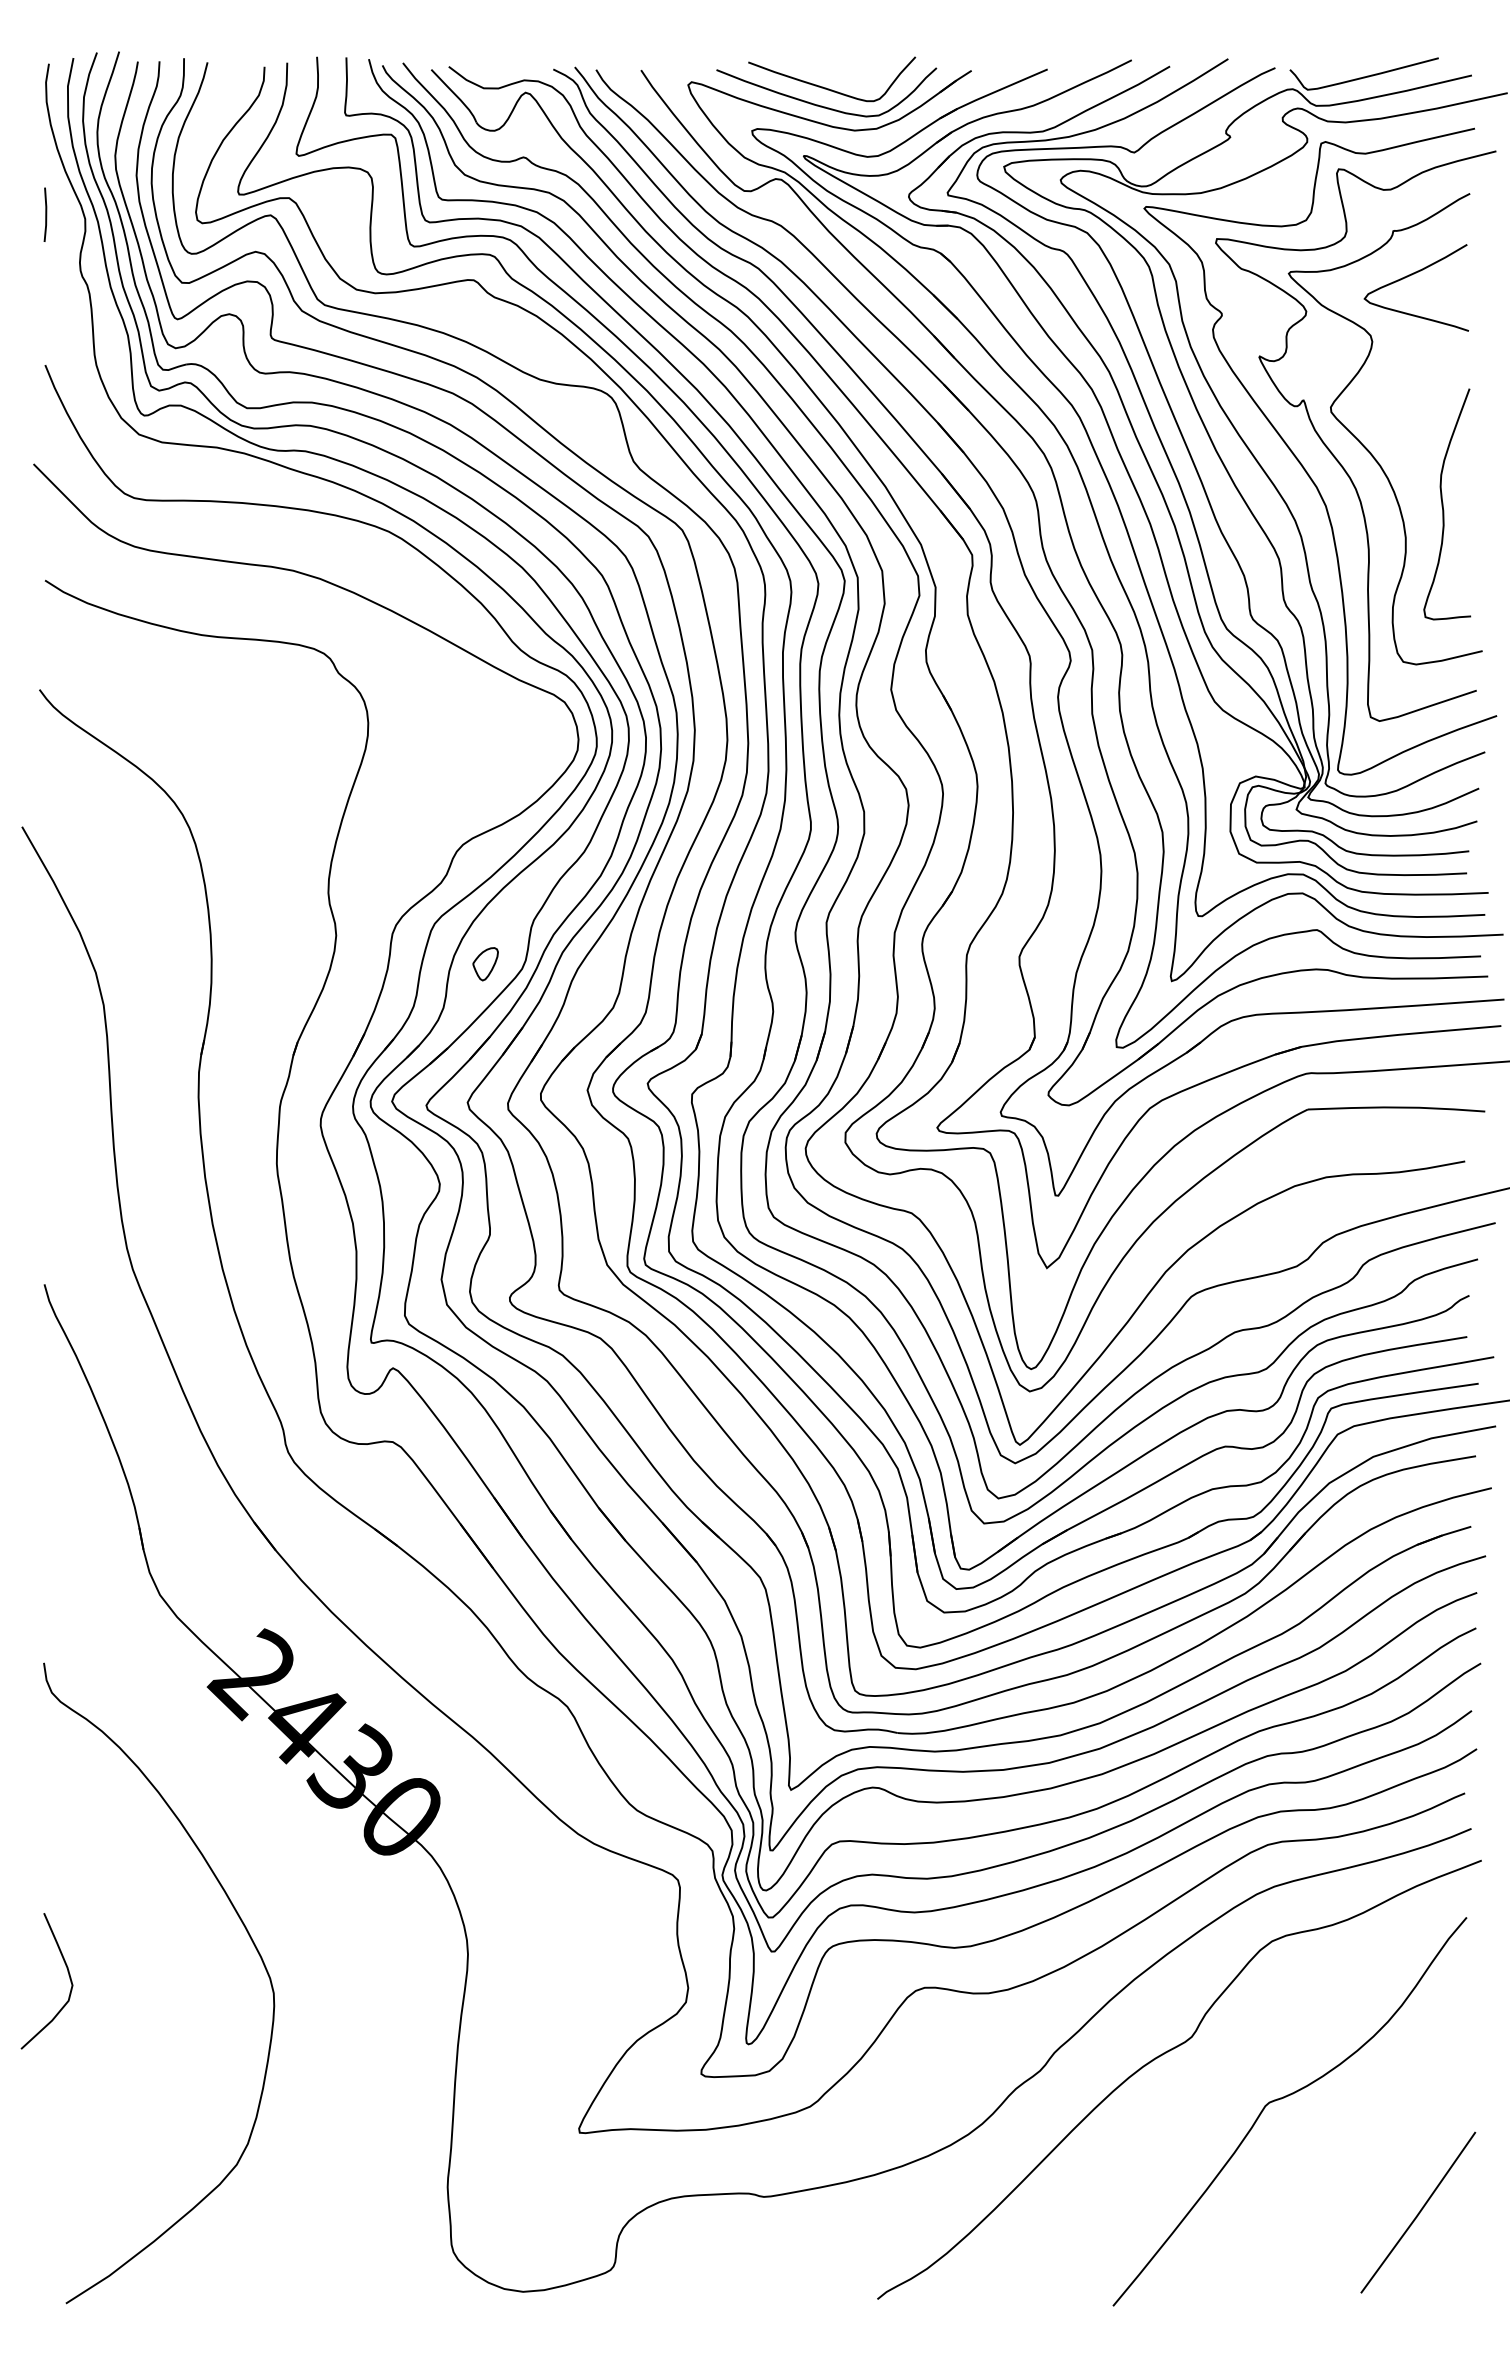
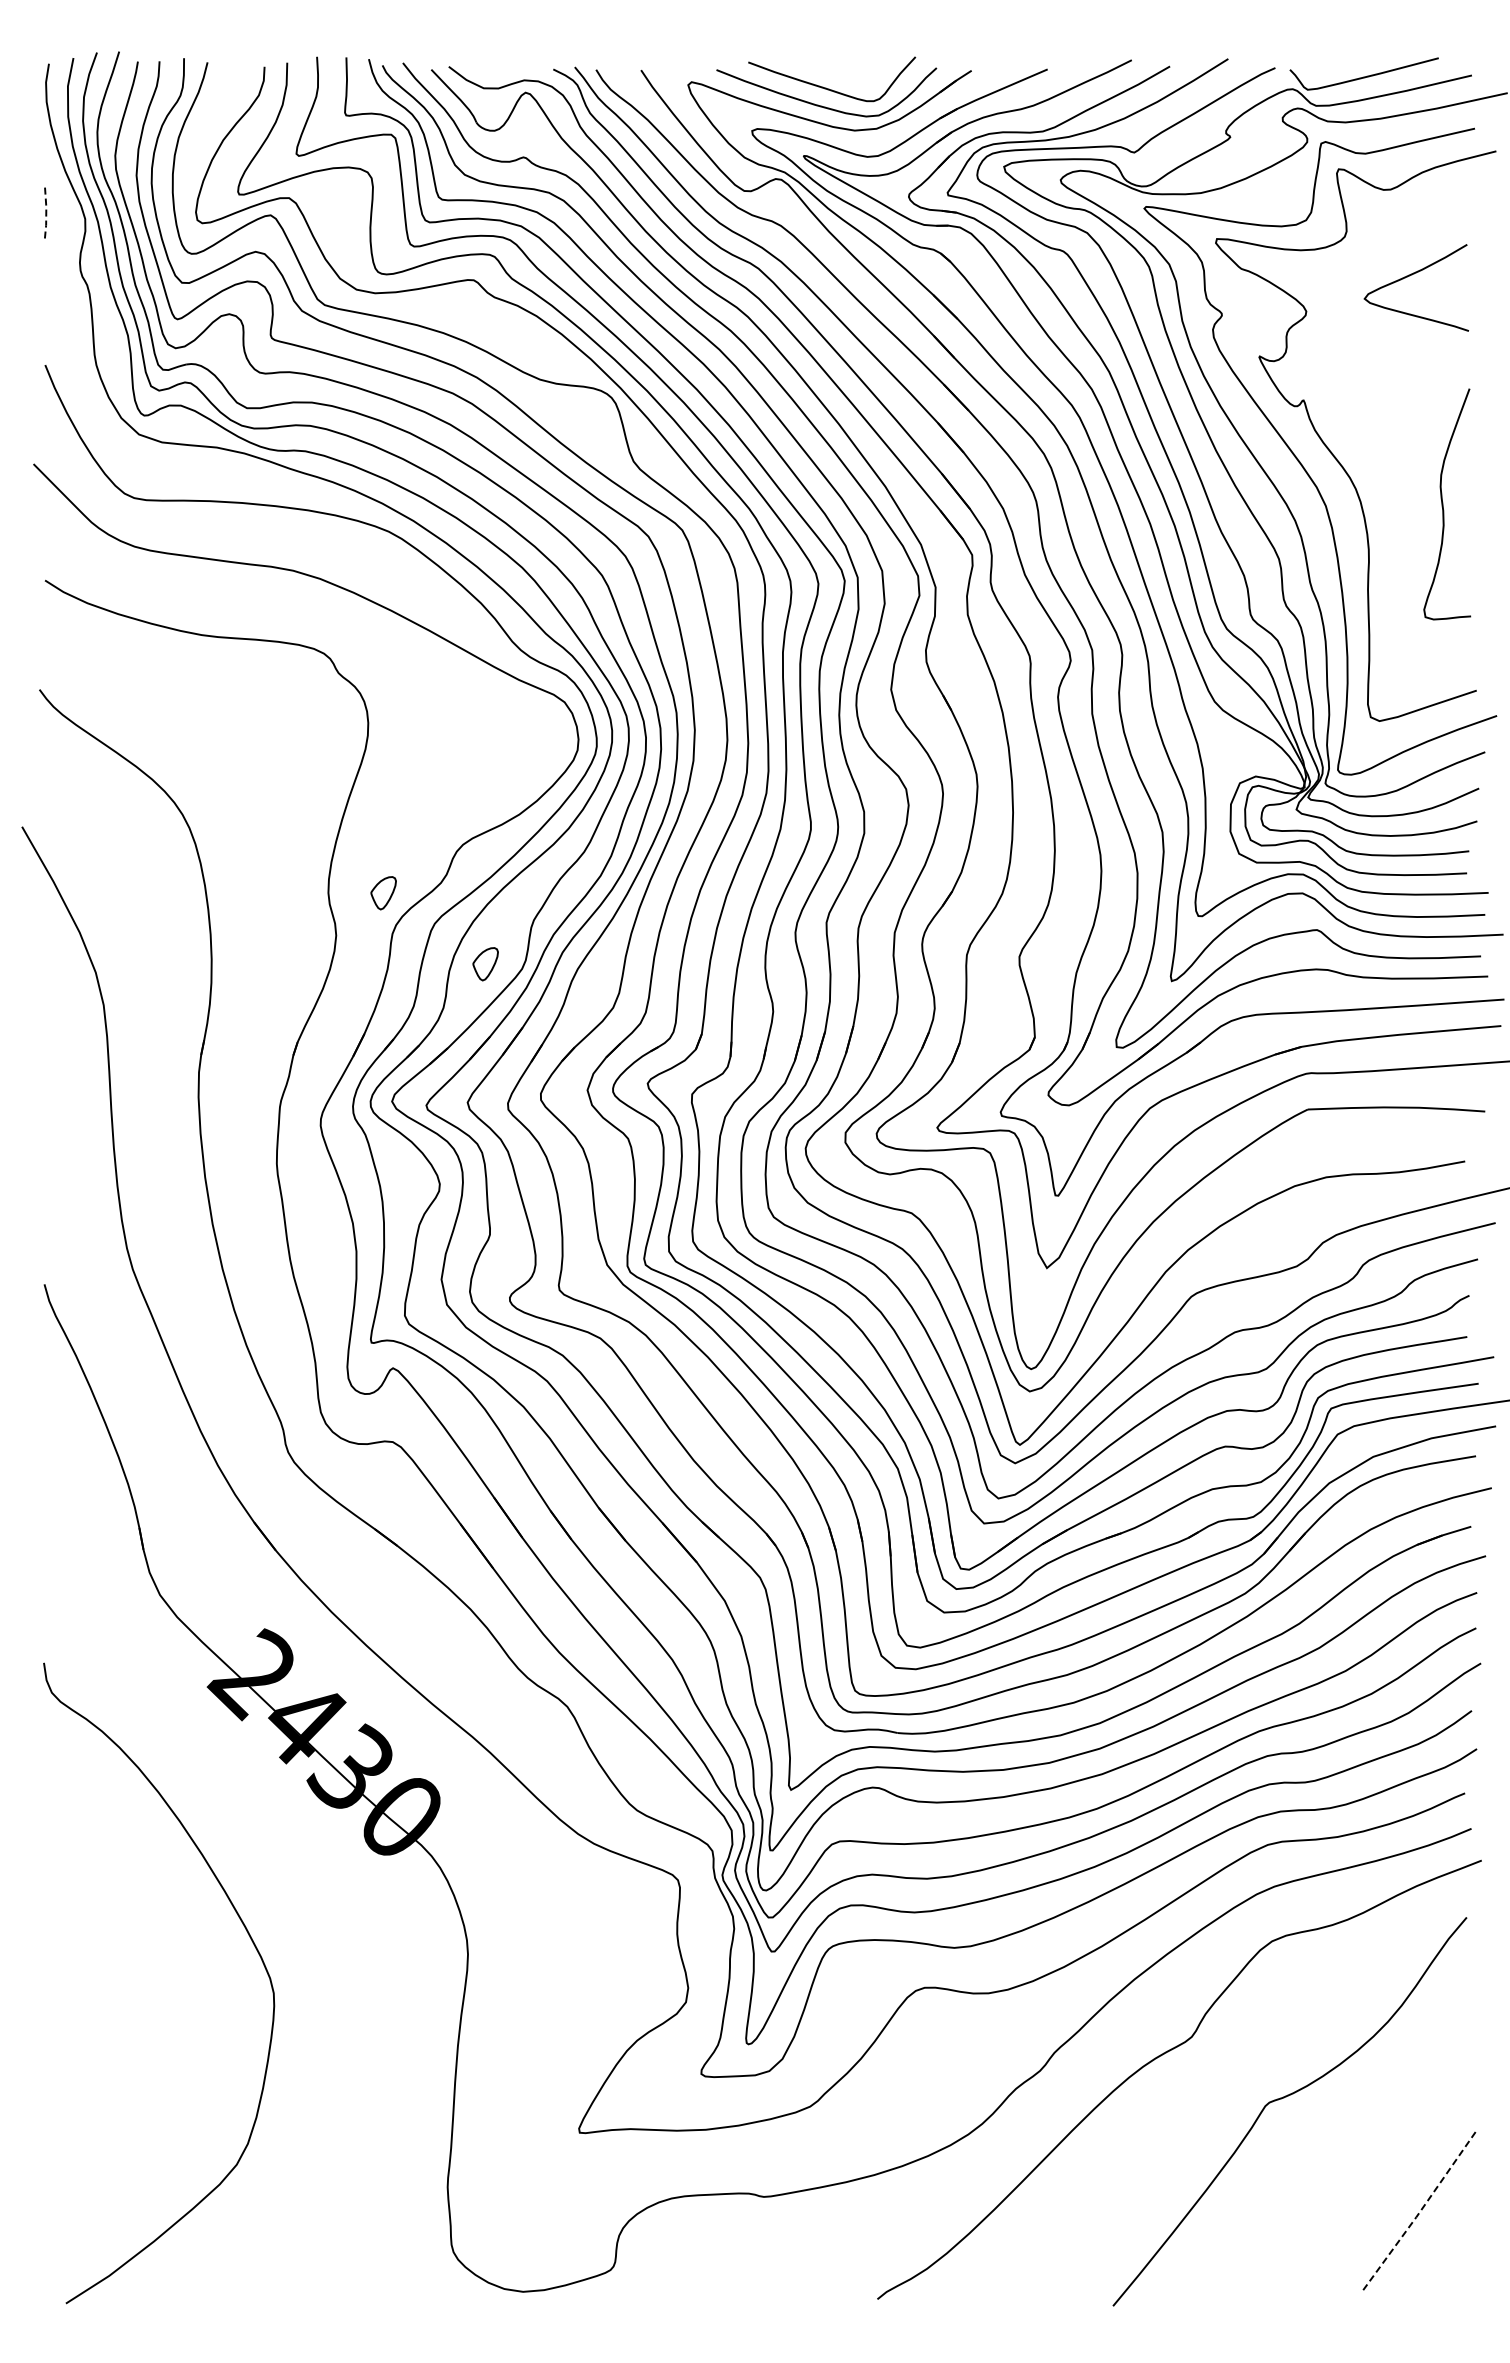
line at (46, 214): solid -> dashed
curve at (1366, 447): present -> none
part at (383, 893): none -> present
curve at (68, 1975): present -> none
line at (1418, 2213): solid -> dashed
